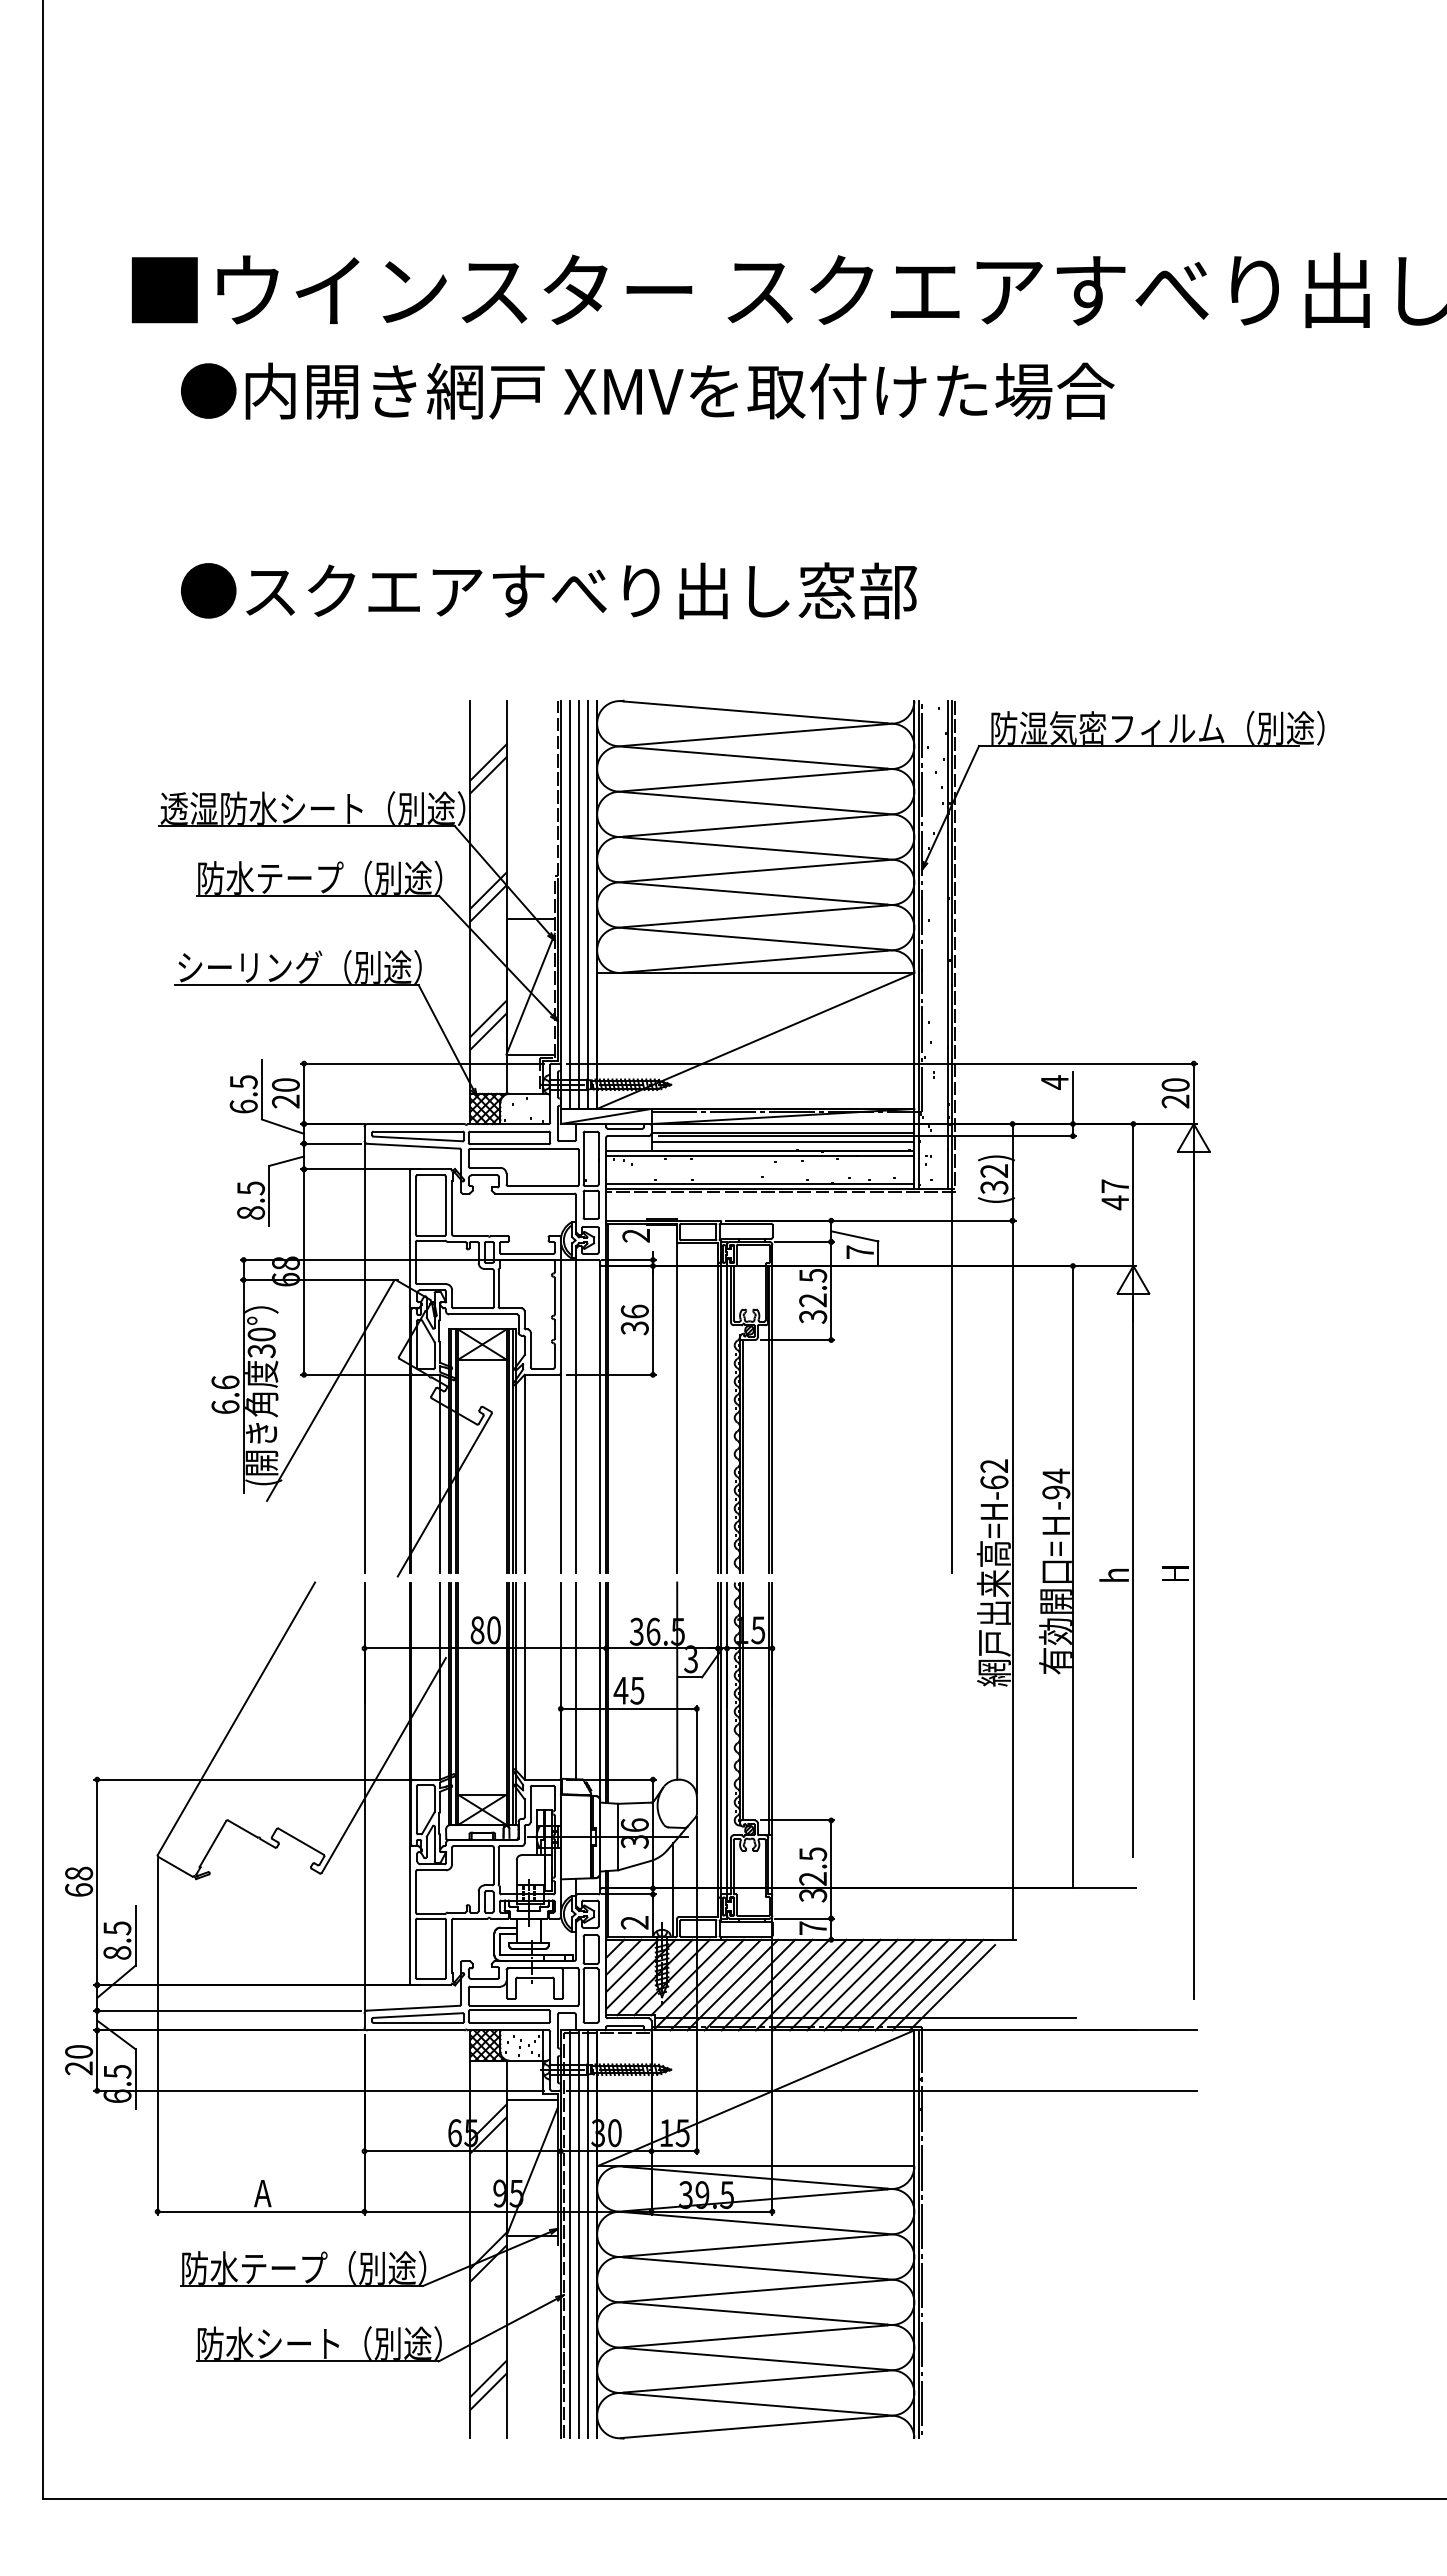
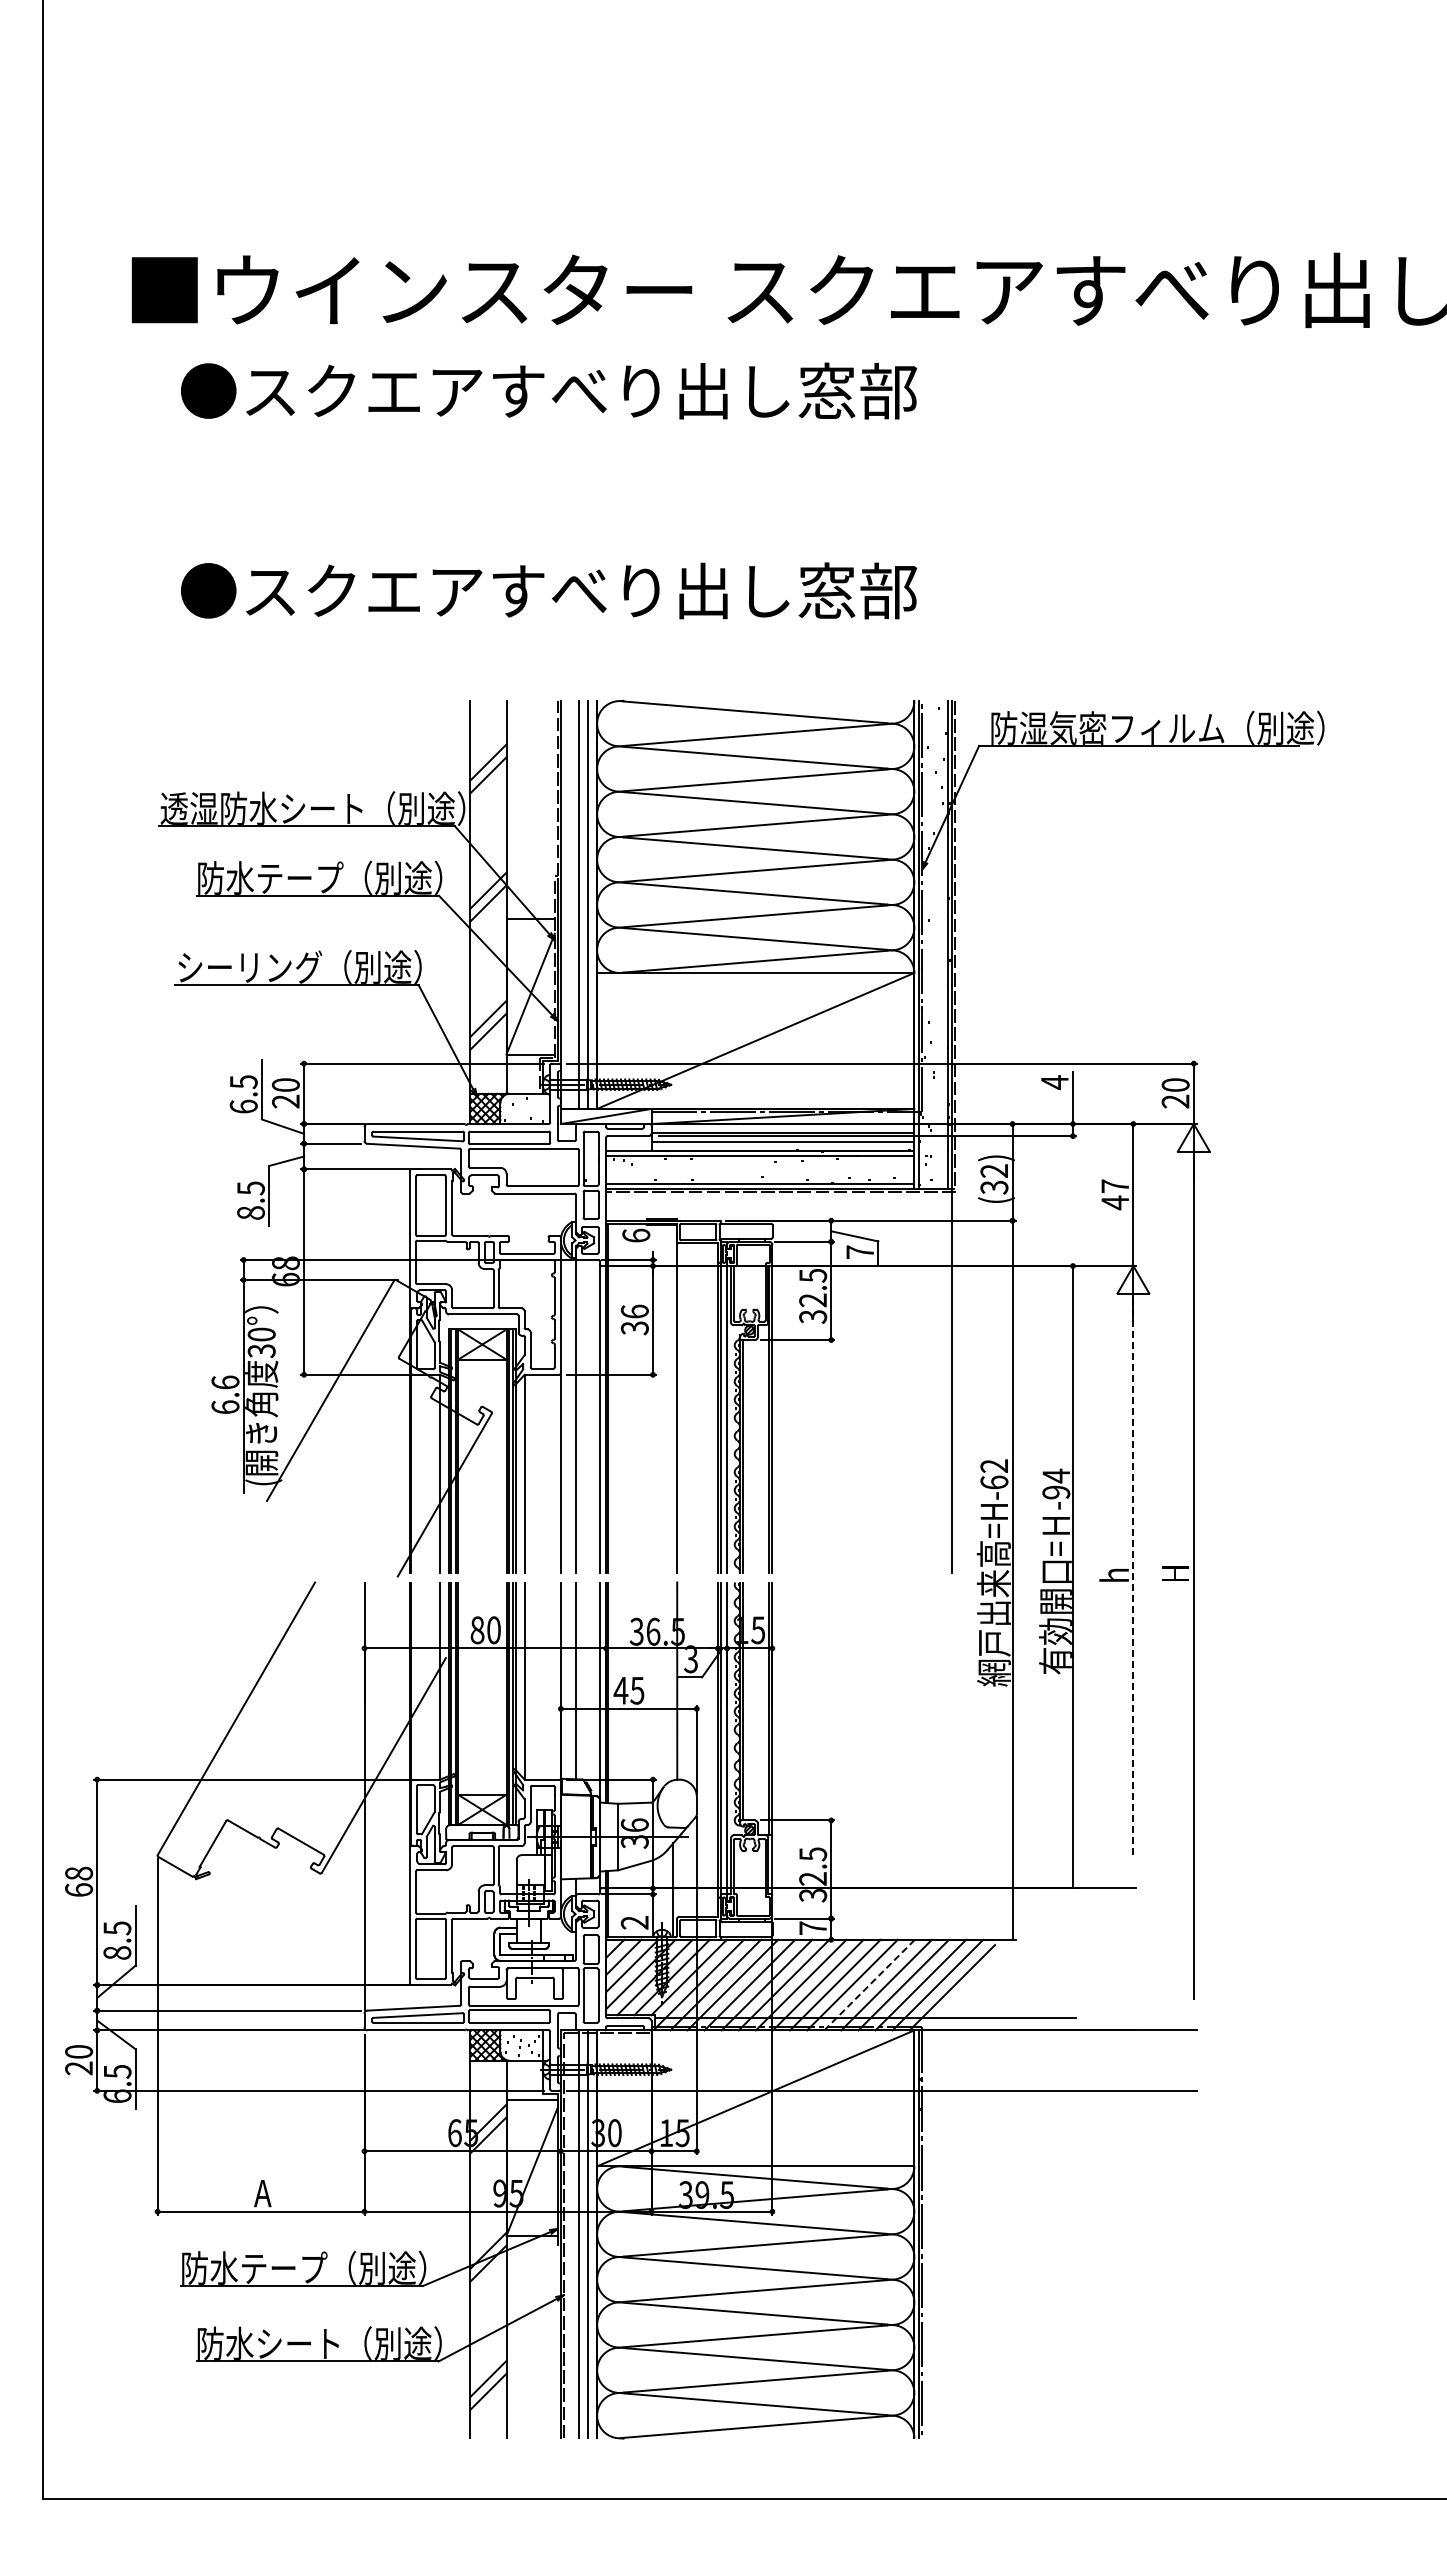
text at (679, 390): ●内開き網戸 XMVを取付けた場合 -> ●スクエアすべり出し窓部
line at (569, 904): present -> none
text at (636, 1235): 2 -> 6
line at (364, 1358): present -> none
line at (1133, 1577): solid -> dashed
line at (869, 1984): solid -> dashed
line at (569, 2234): present -> none
